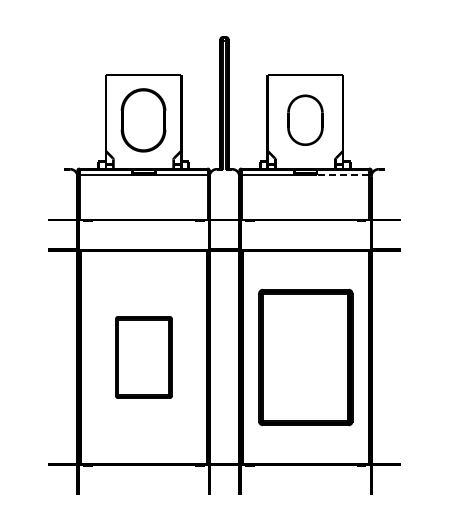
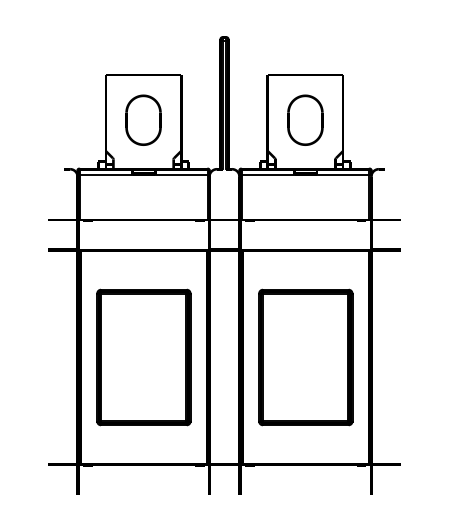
part at (143, 120) size: 47x65 px -> 37x52 px
line at (342, 174): dashed -> solid
part at (143, 357) size: 58x83 px -> 96x139 px
